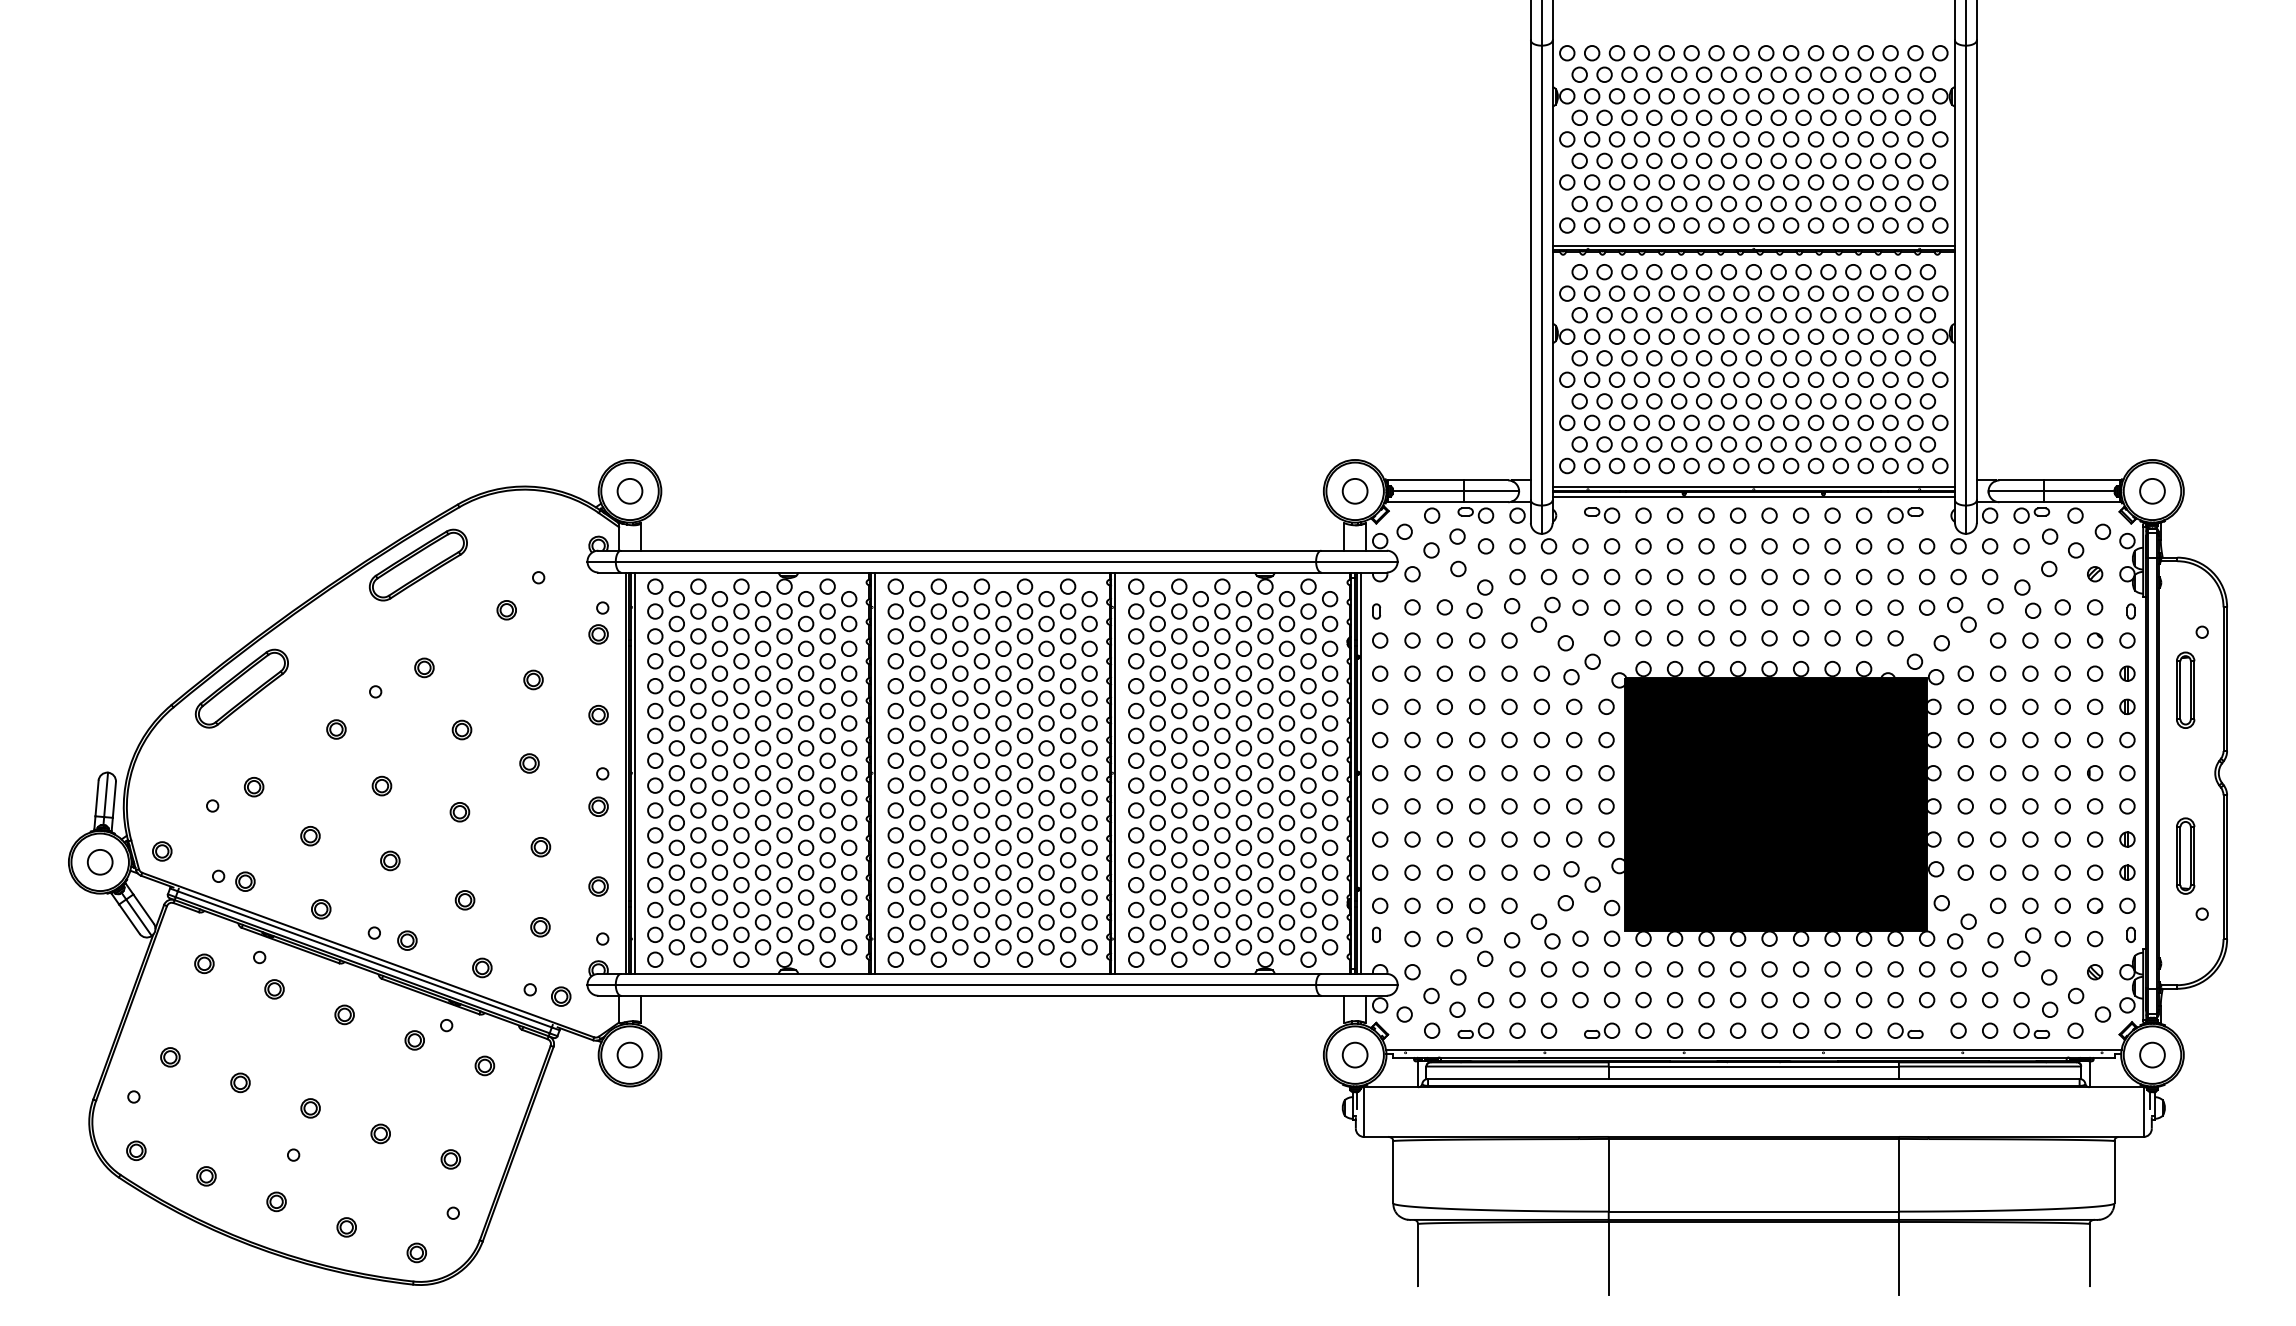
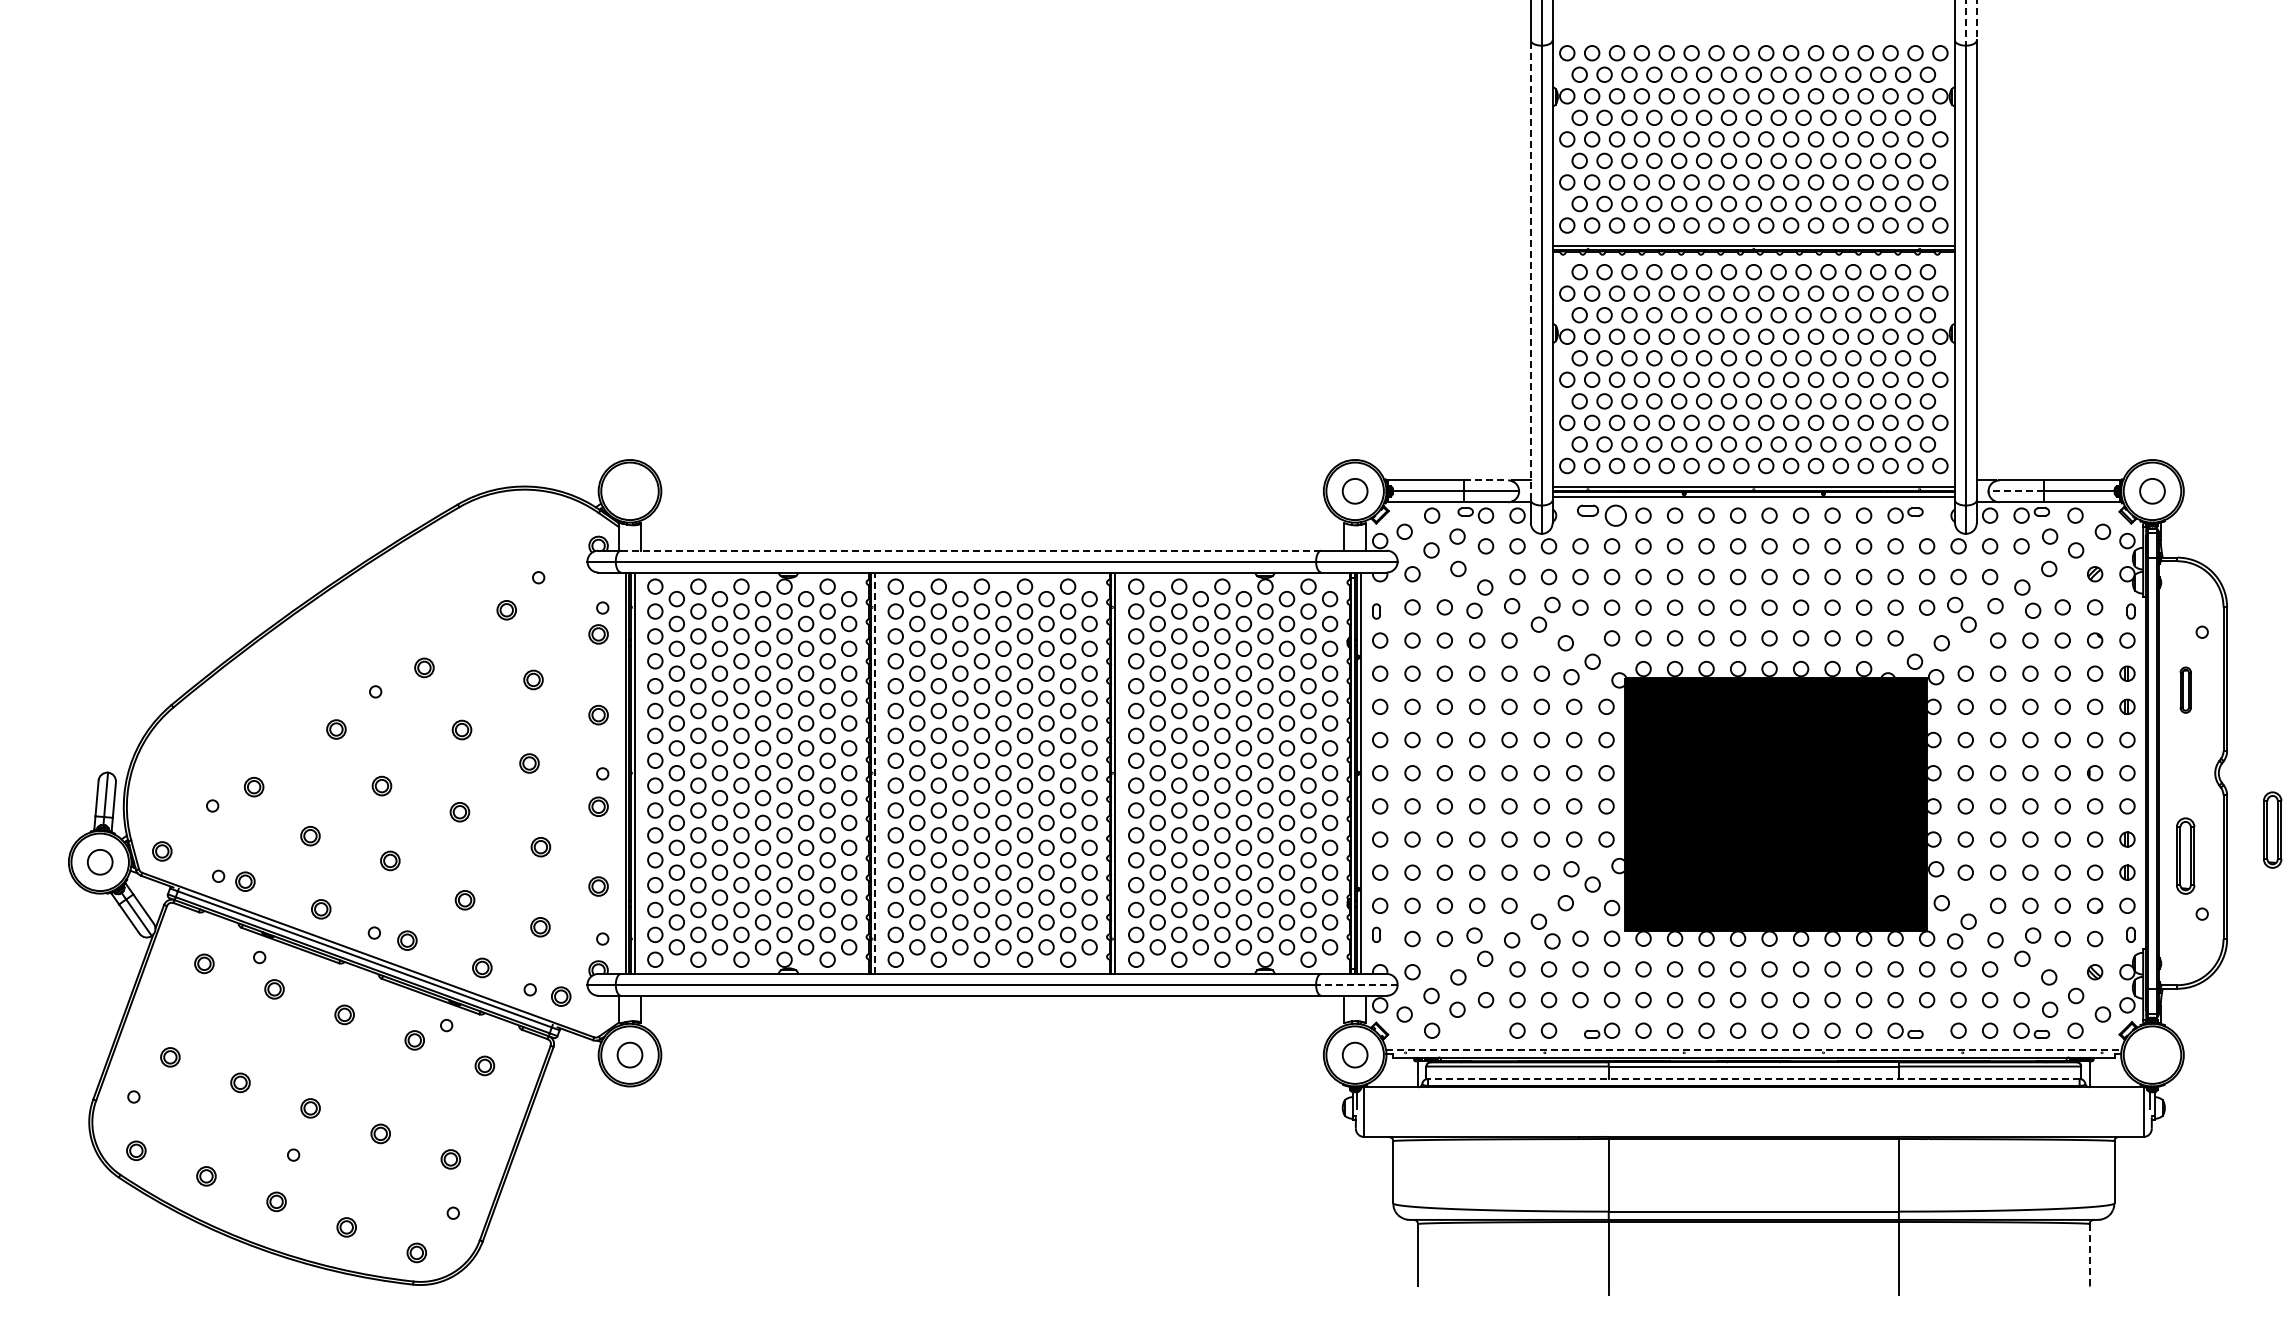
line at (1976, 20): solid -> dashed
line at (1965, 23): solid -> dashed
line at (1530, 270): solid -> dashed
line at (1486, 480): solid -> dashed
circle at (629, 491): present -> none
line at (2015, 491): solid -> dashed
part at (1602, 515) size: 37x17 px -> 50x23 px
line at (971, 550): solid -> dashed
part at (417, 564): present -> none
part at (241, 688): present -> none
part at (2185, 689) size: 20x78 px -> 13x48 px
line at (875, 773): solid -> dashed
part at (2272, 829): none -> present
line at (1356, 984): solid -> dashed
part at (1475, 1030): present -> none
line at (1753, 1049): solid -> dashed
circle at (2152, 1054): present -> none
line at (1753, 1078): solid -> dashed
line at (2089, 1255): solid -> dashed
